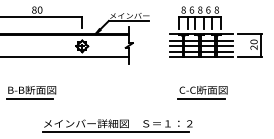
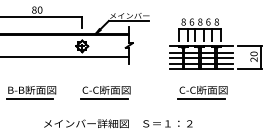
part at (215, 31) position: (215, 31) -> (215, 43)
part at (105, 92): none -> present
line at (115, 132): present -> none
